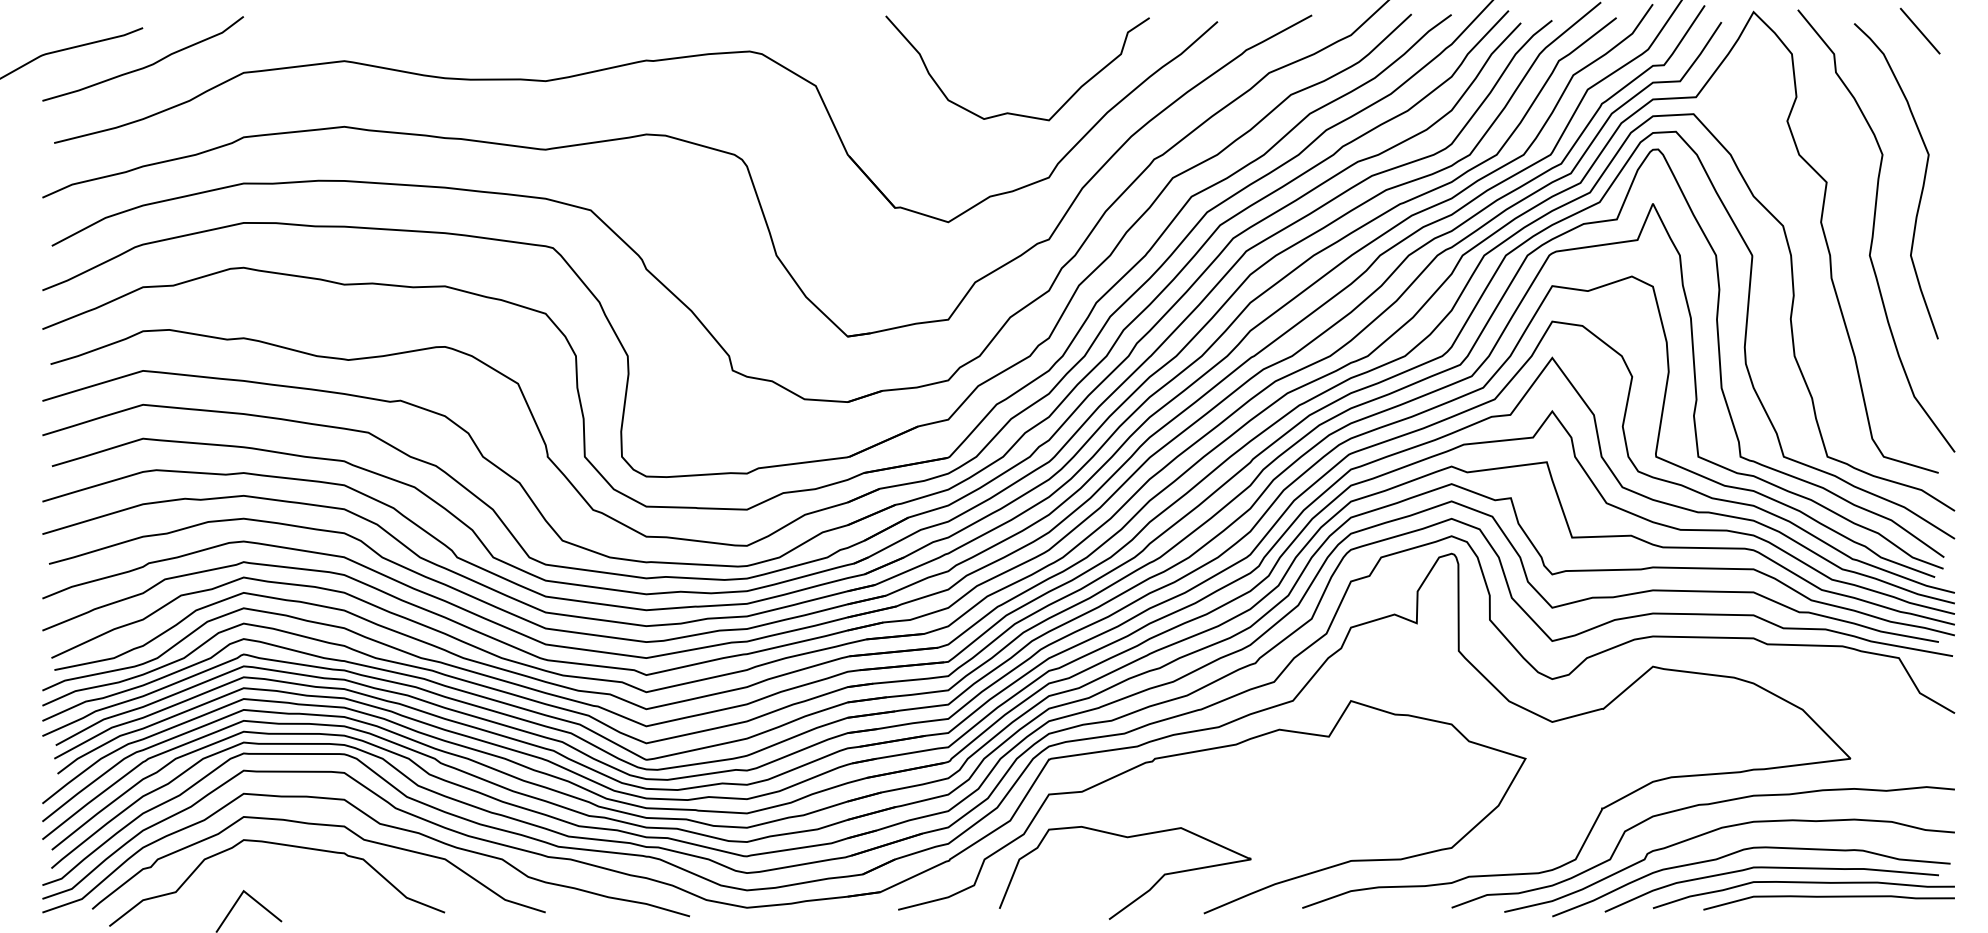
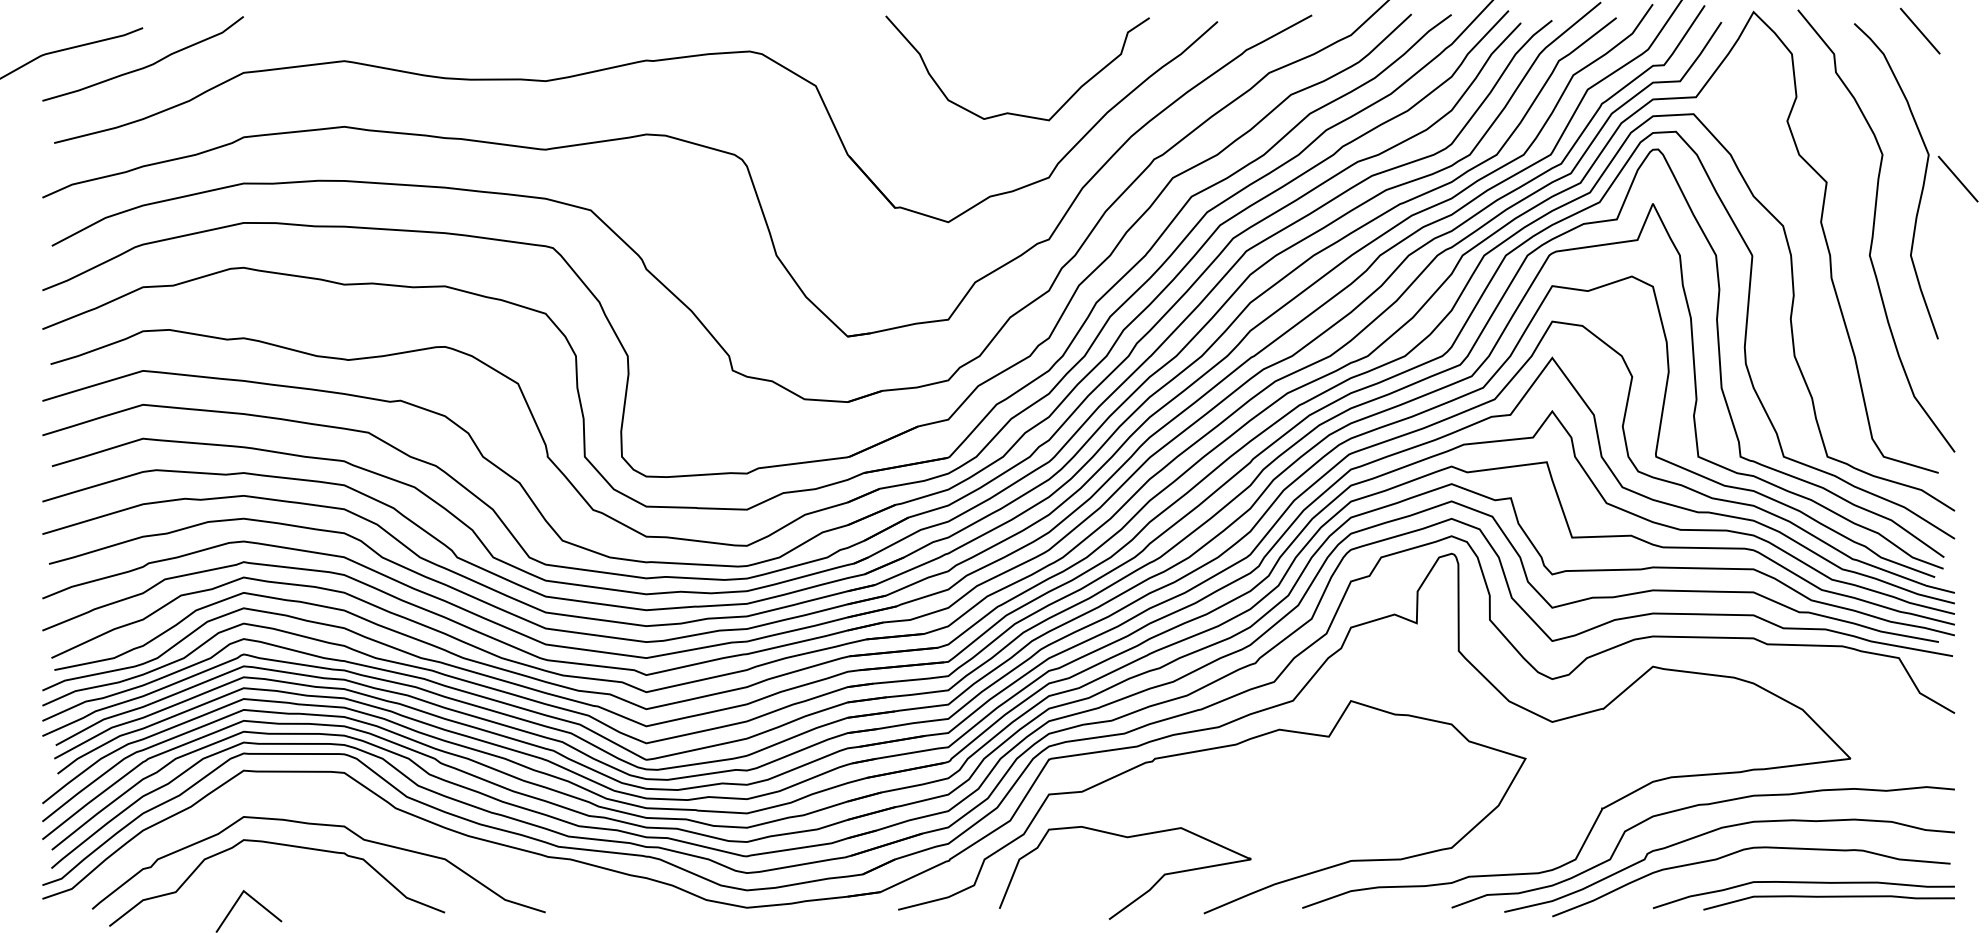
line at (1957, 179): none -> present
curve at (381, 825): present -> none
curve at (1771, 868): present -> none
